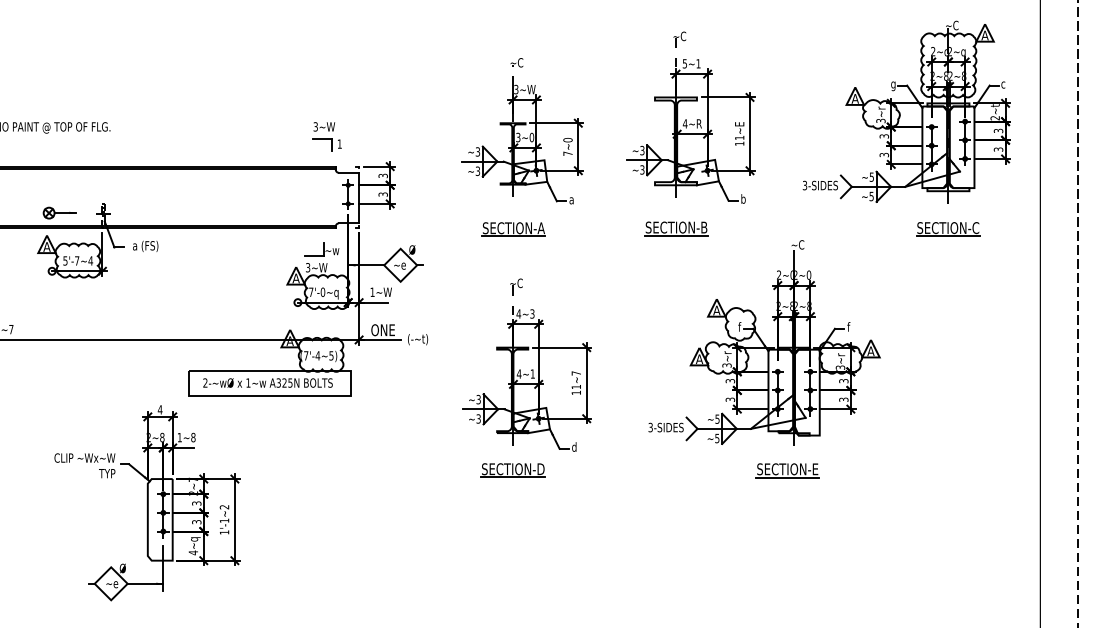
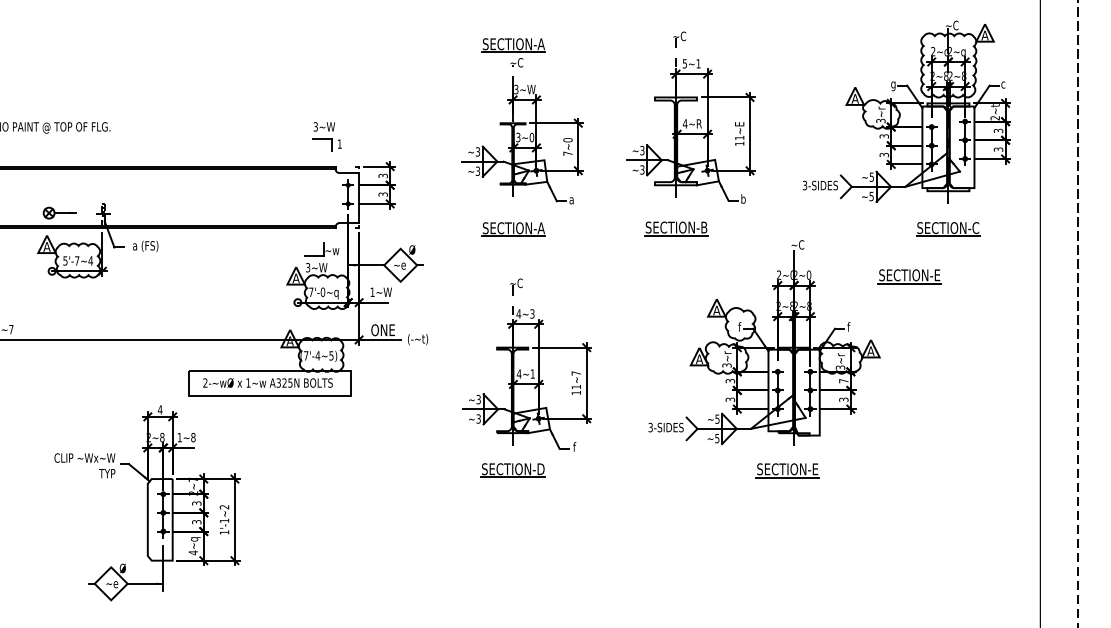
part at (513, 45): none -> present
part at (909, 276): none -> present
text at (843, 381): 3 -> 7
text at (574, 446): d -> f
